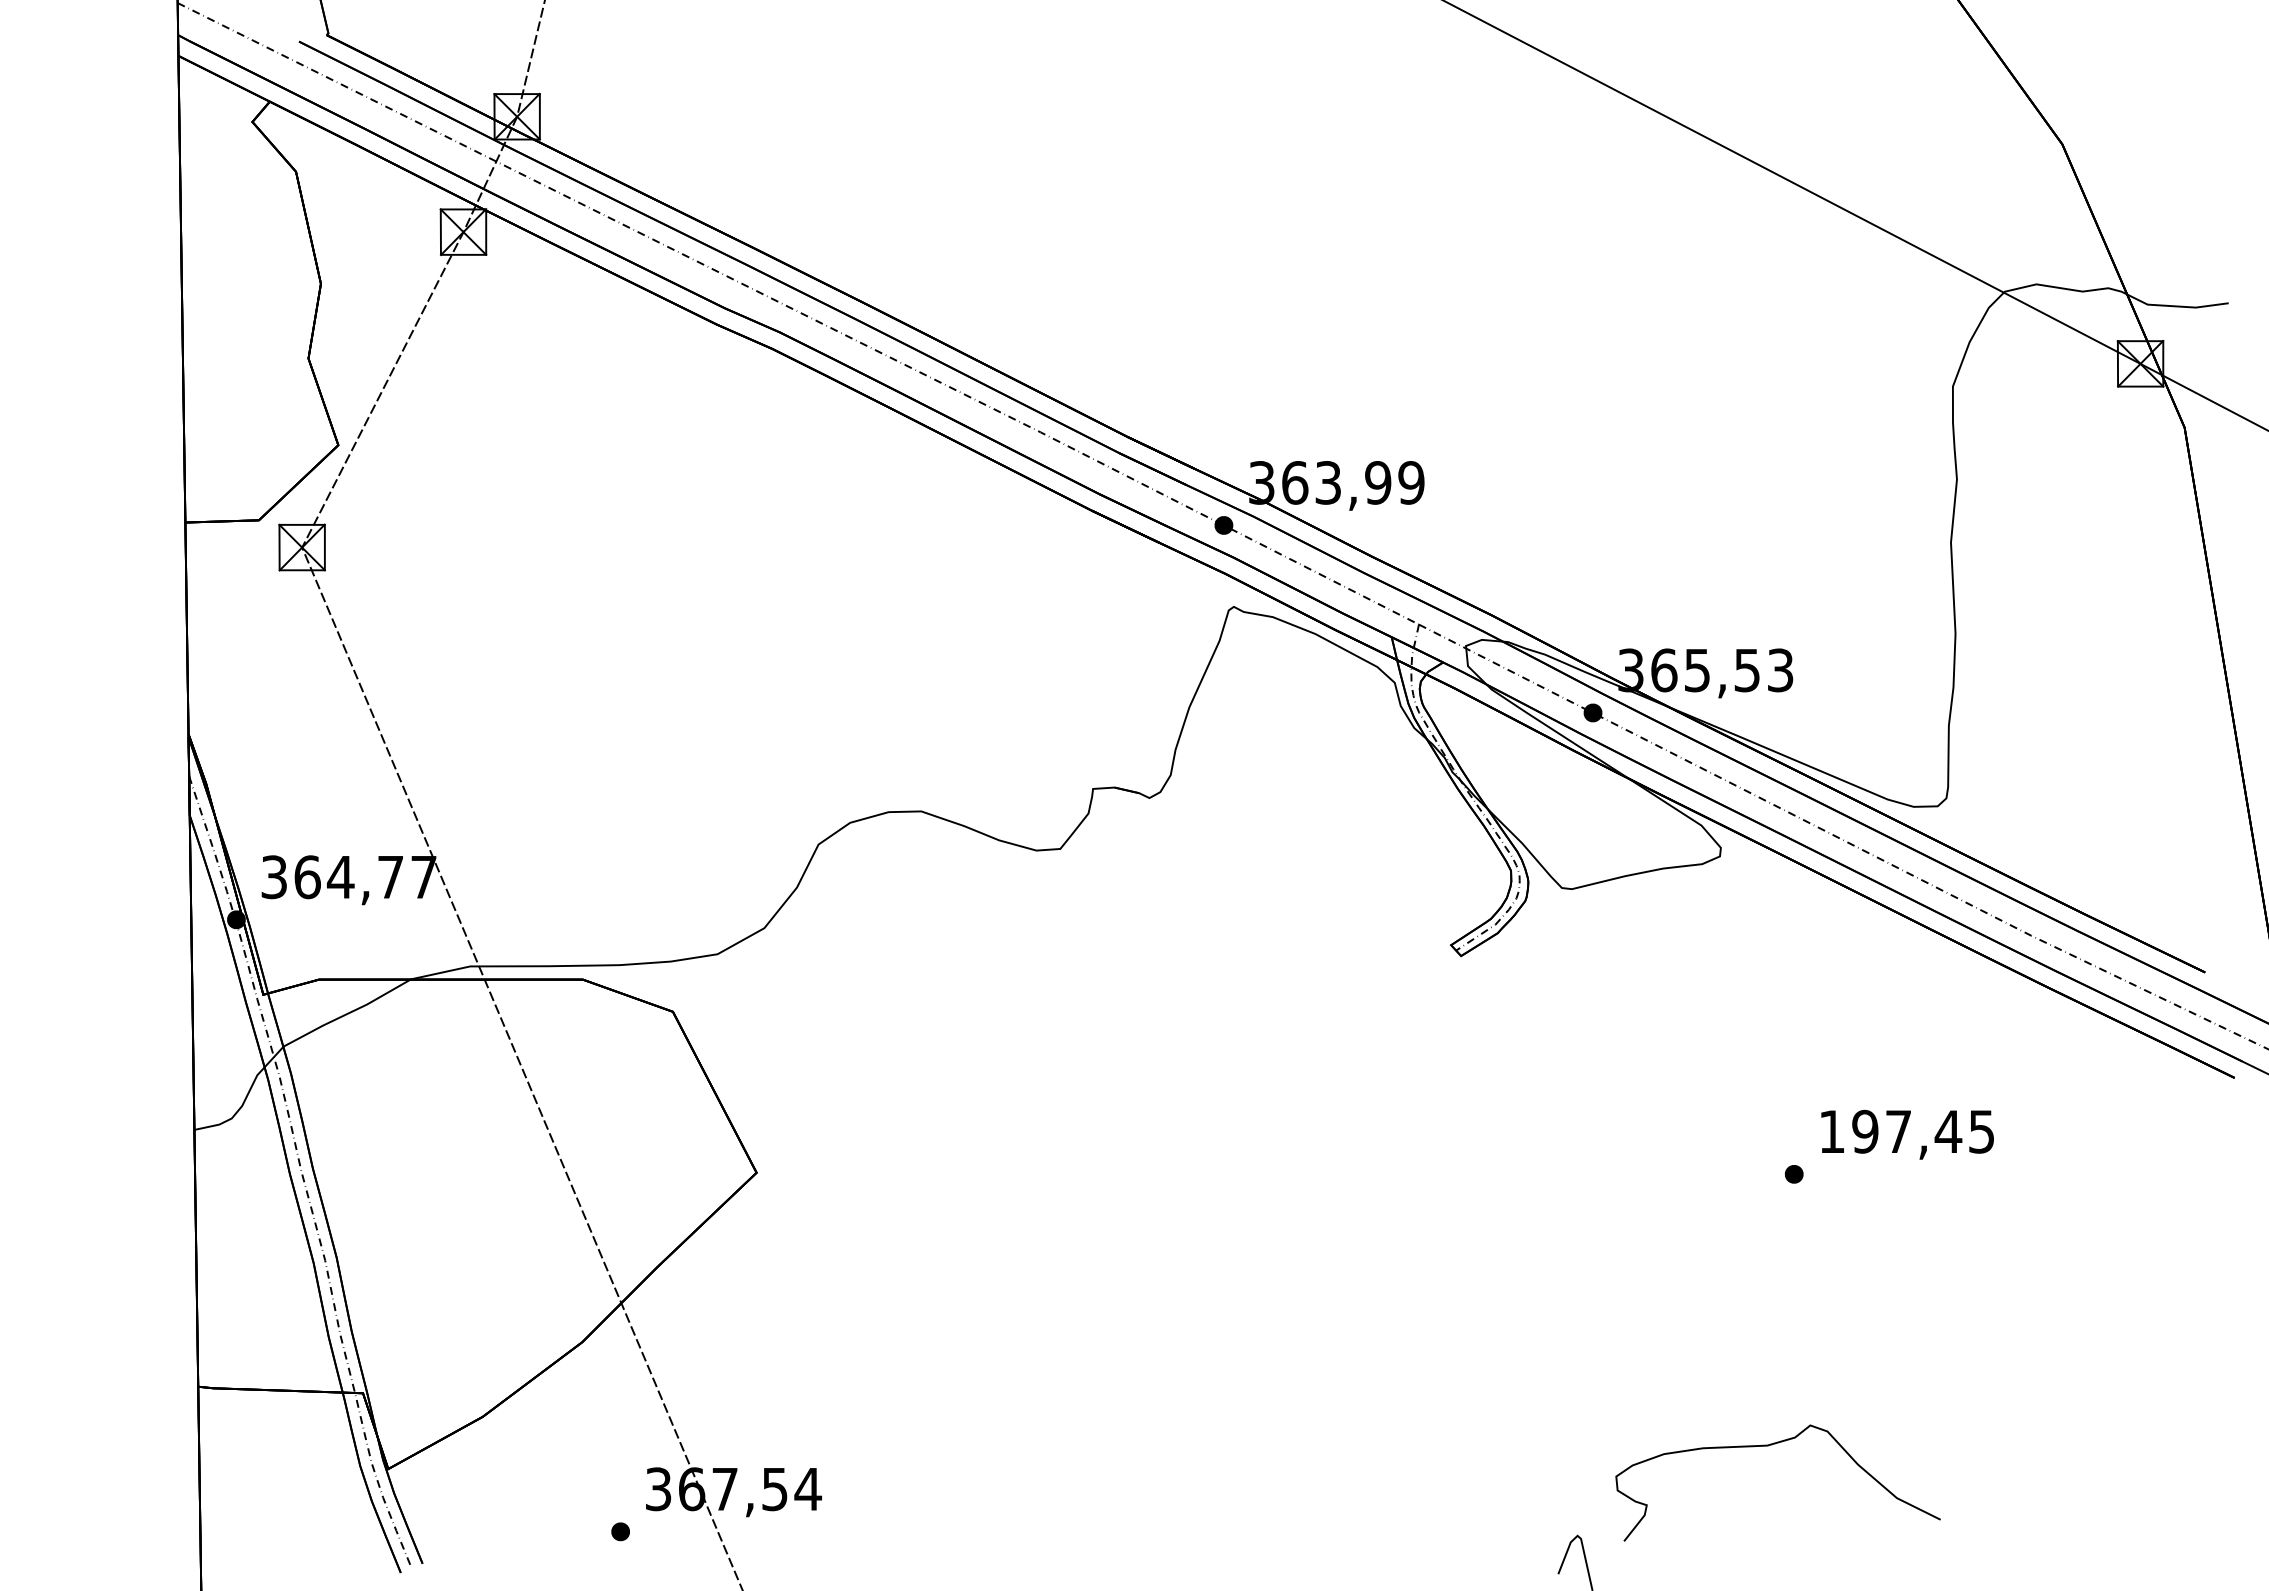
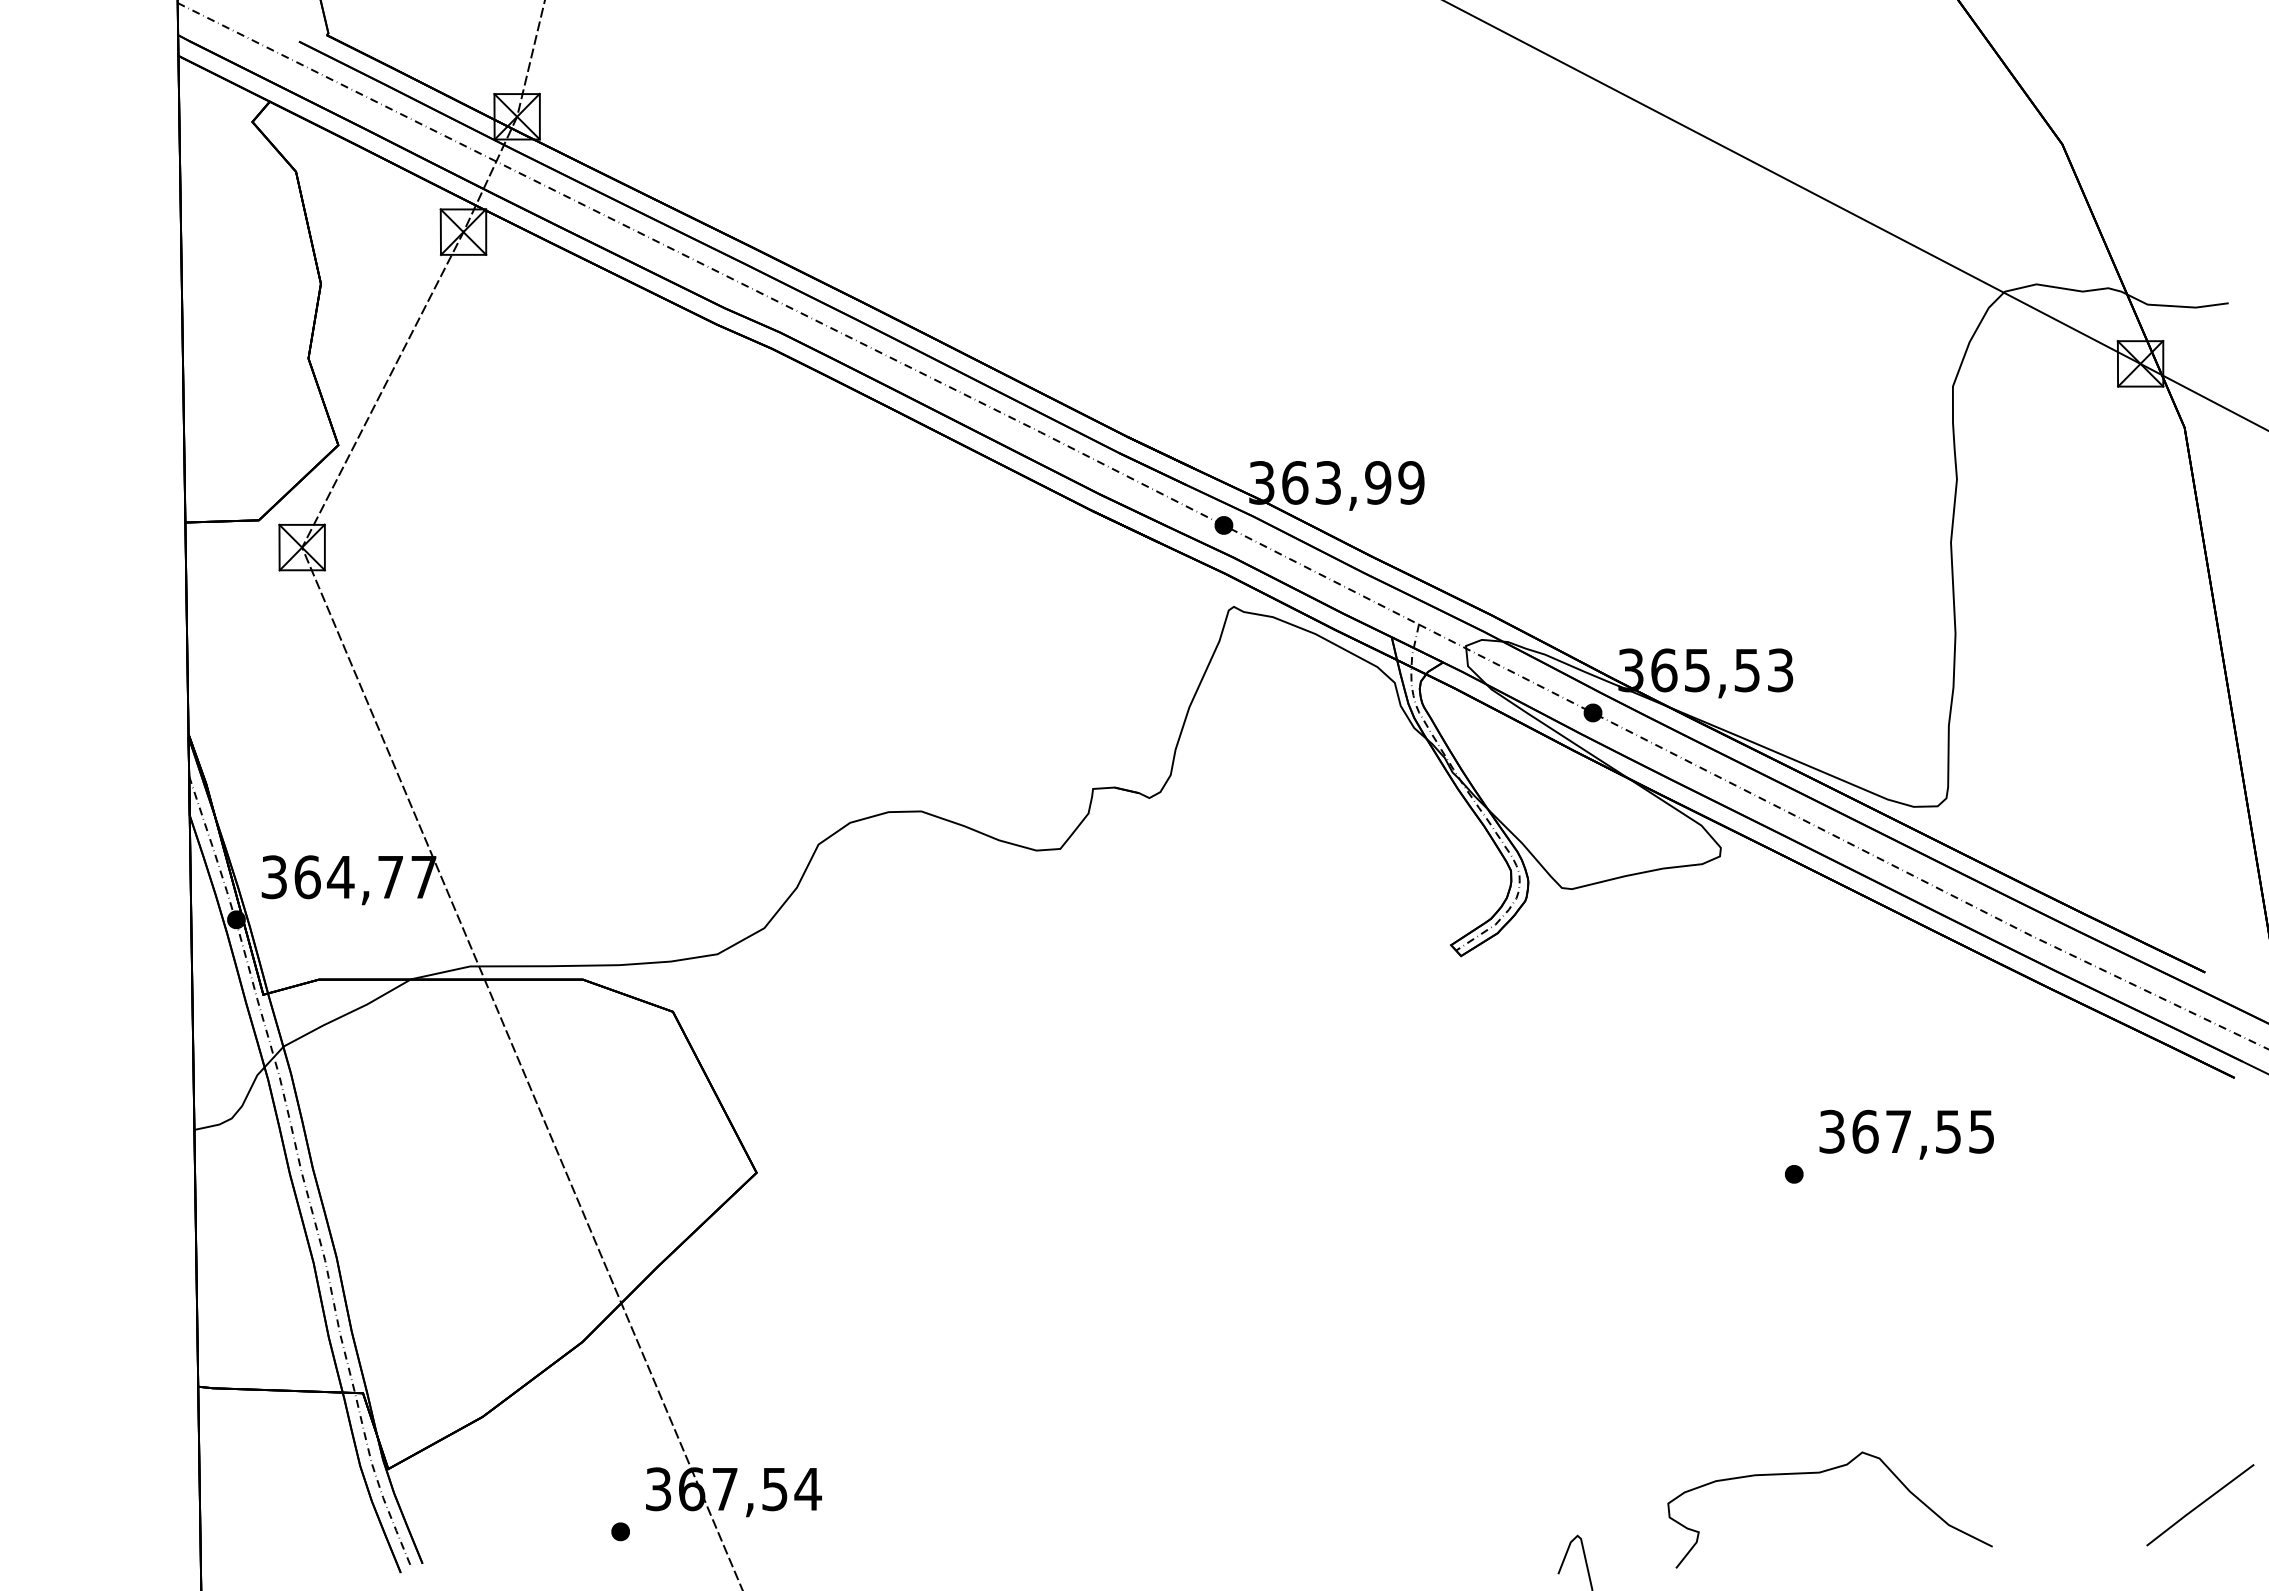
text at (1890, 1131): 197,45 -> 367,55
curve at (1768, 1446) position: (1768, 1446) -> (1820, 1473)
line at (2200, 1505): none -> present
